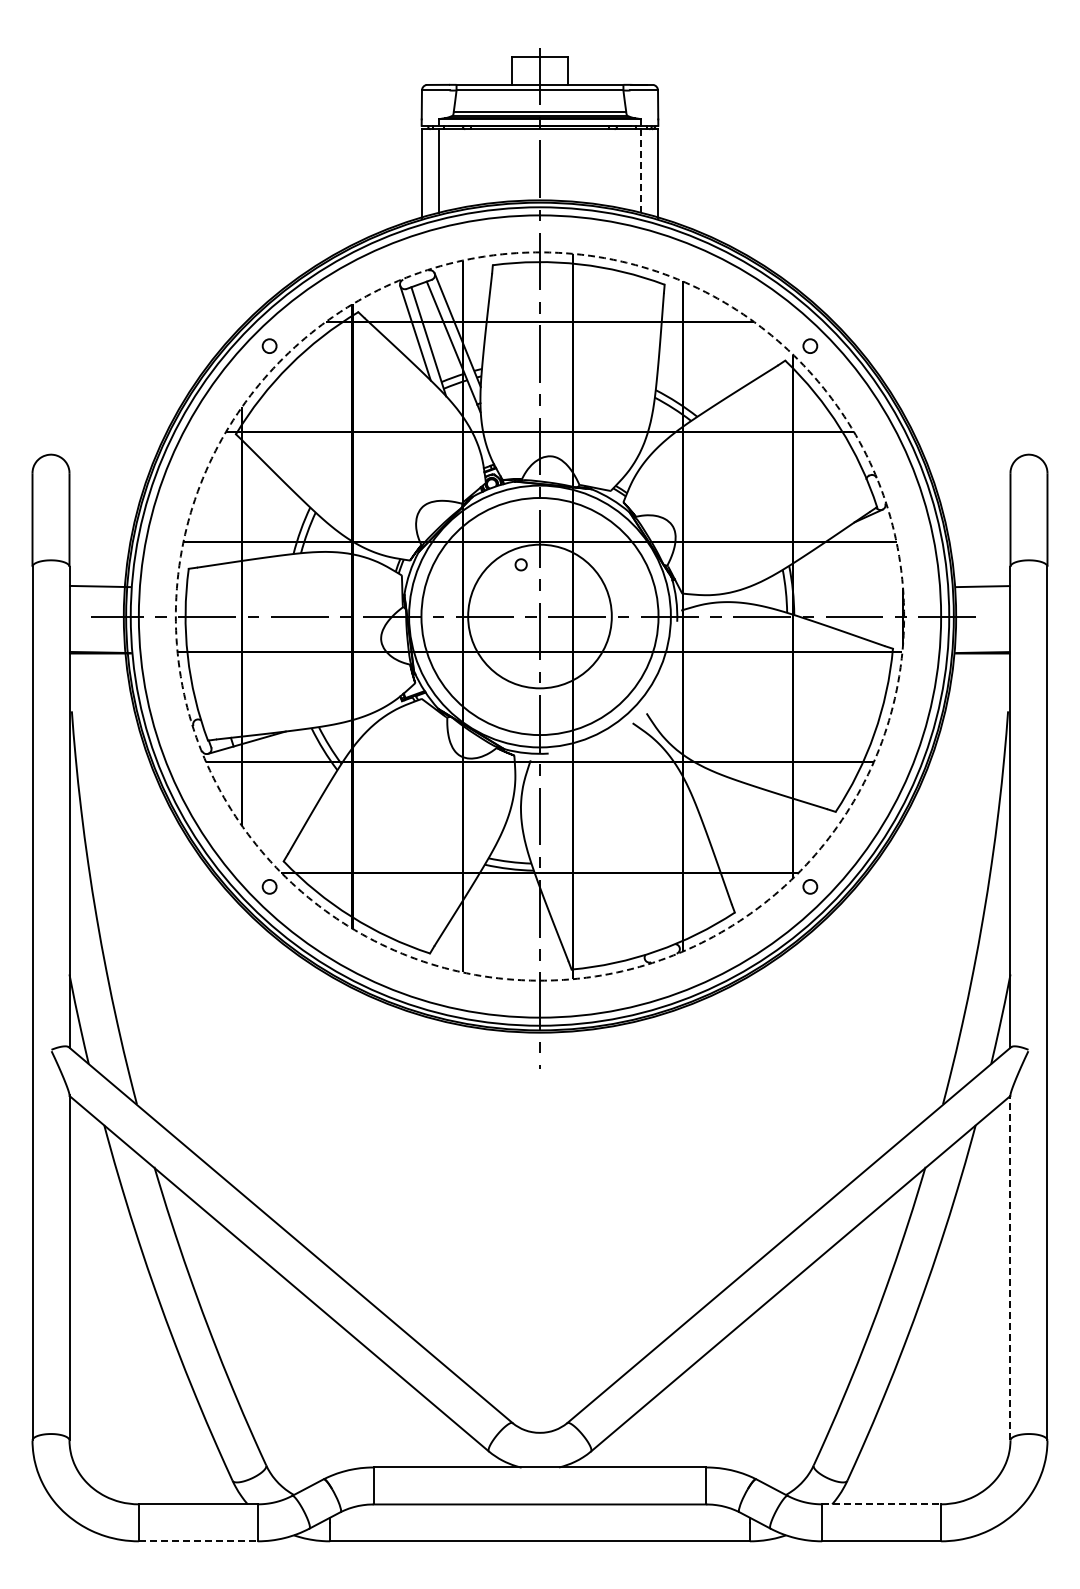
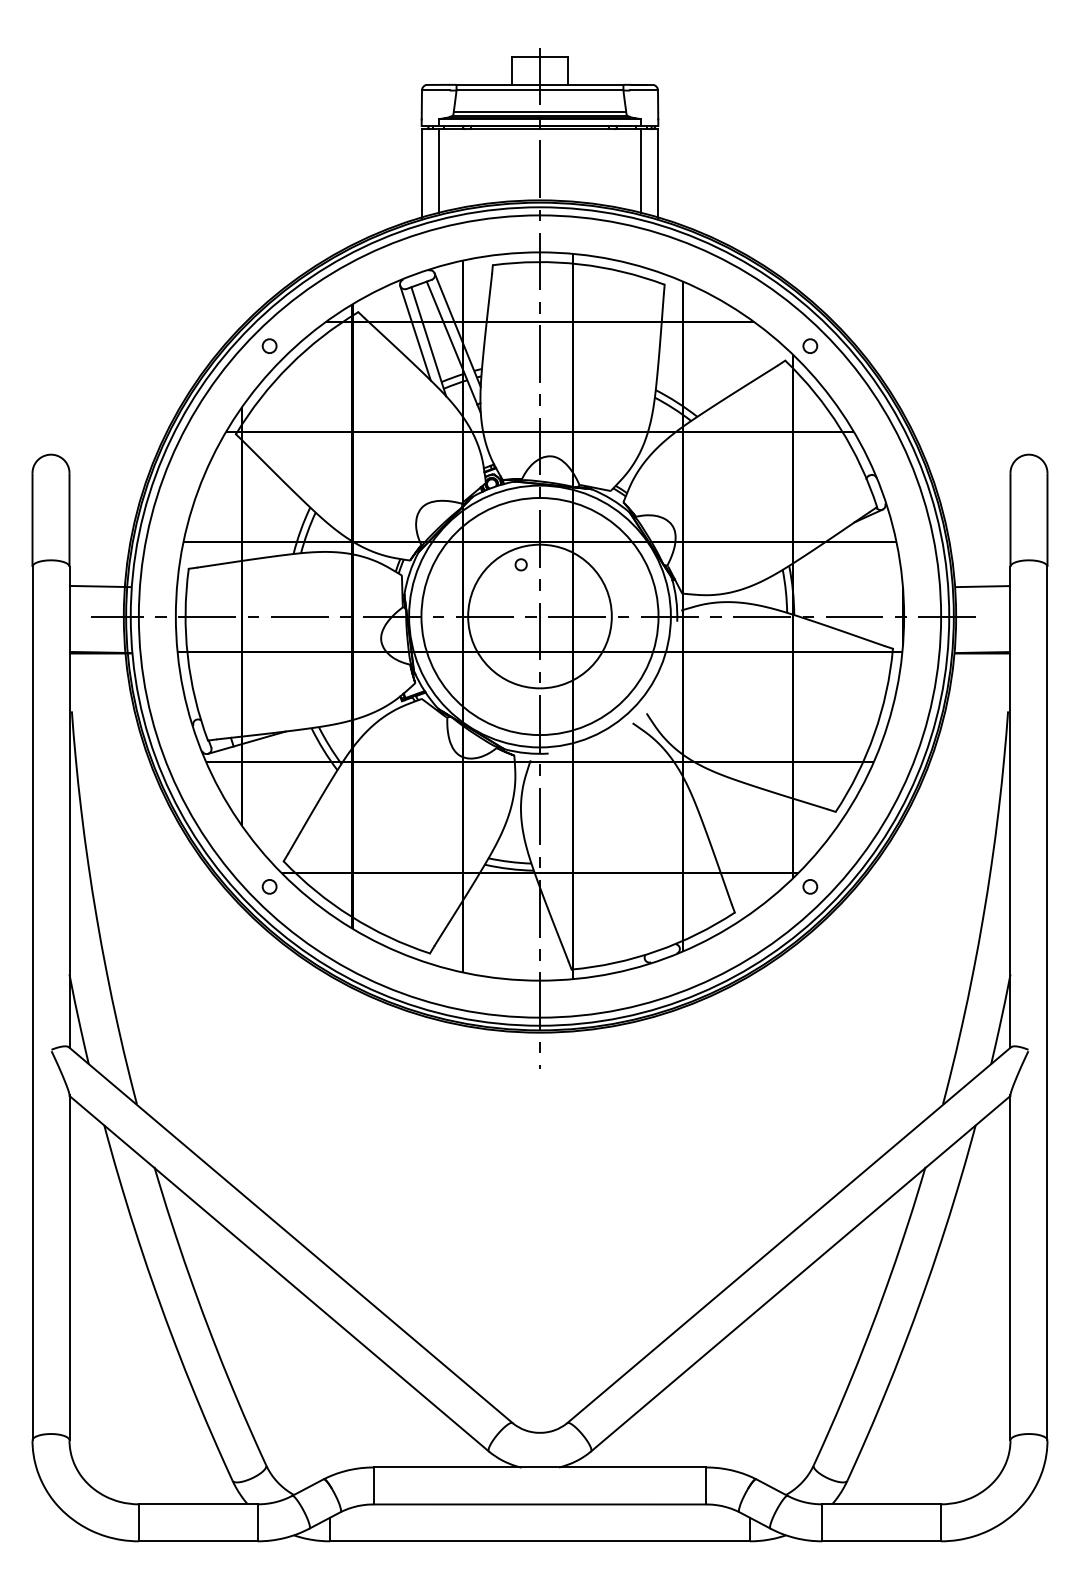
line at (641, 171): dashed -> solid
circle at (539, 616): dashed -> solid
line at (1010, 1267): dashed -> solid
line at (882, 1504): dashed -> solid
line at (198, 1541): dashed -> solid
